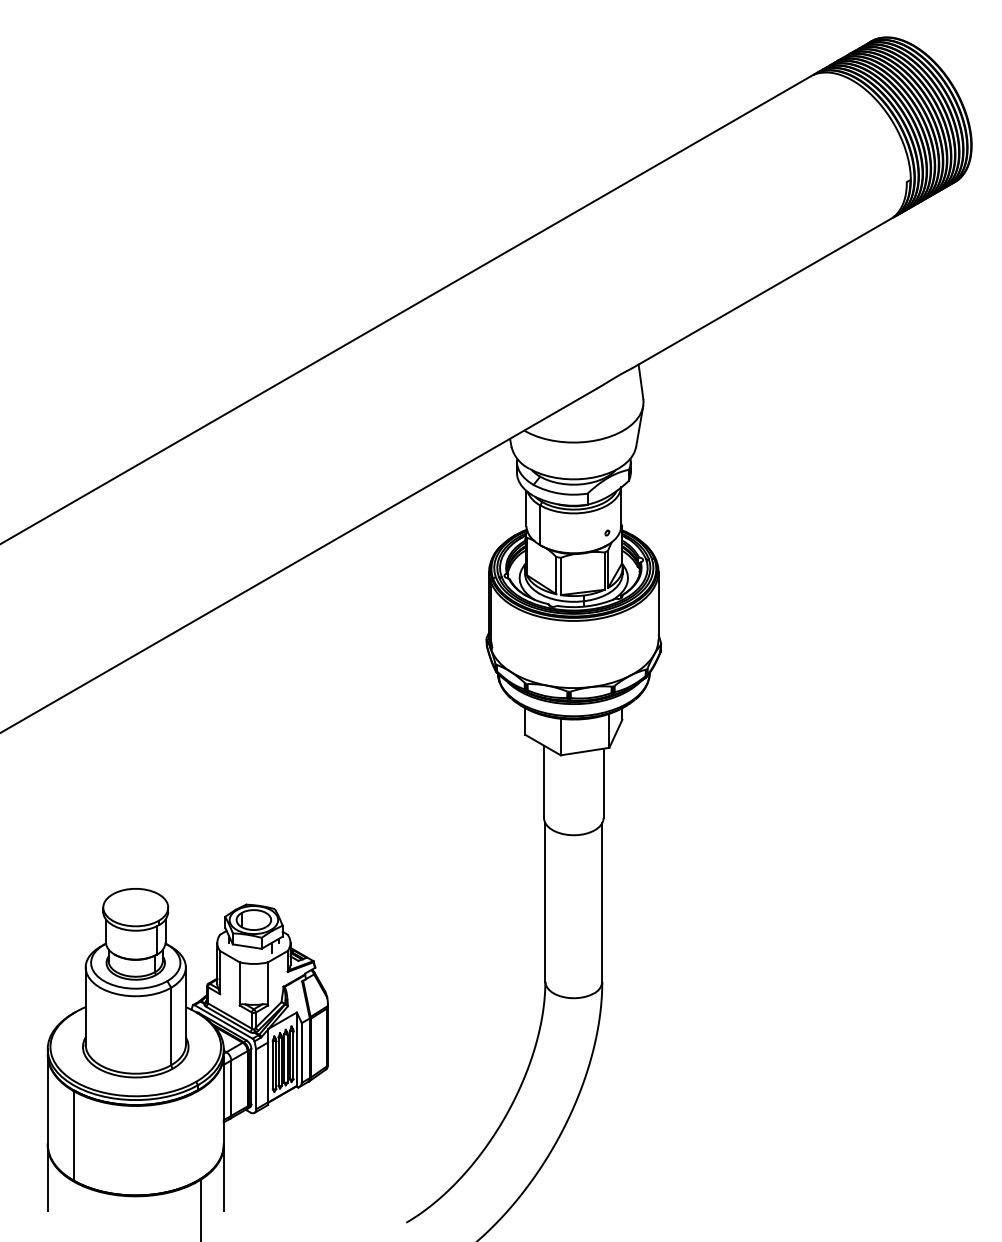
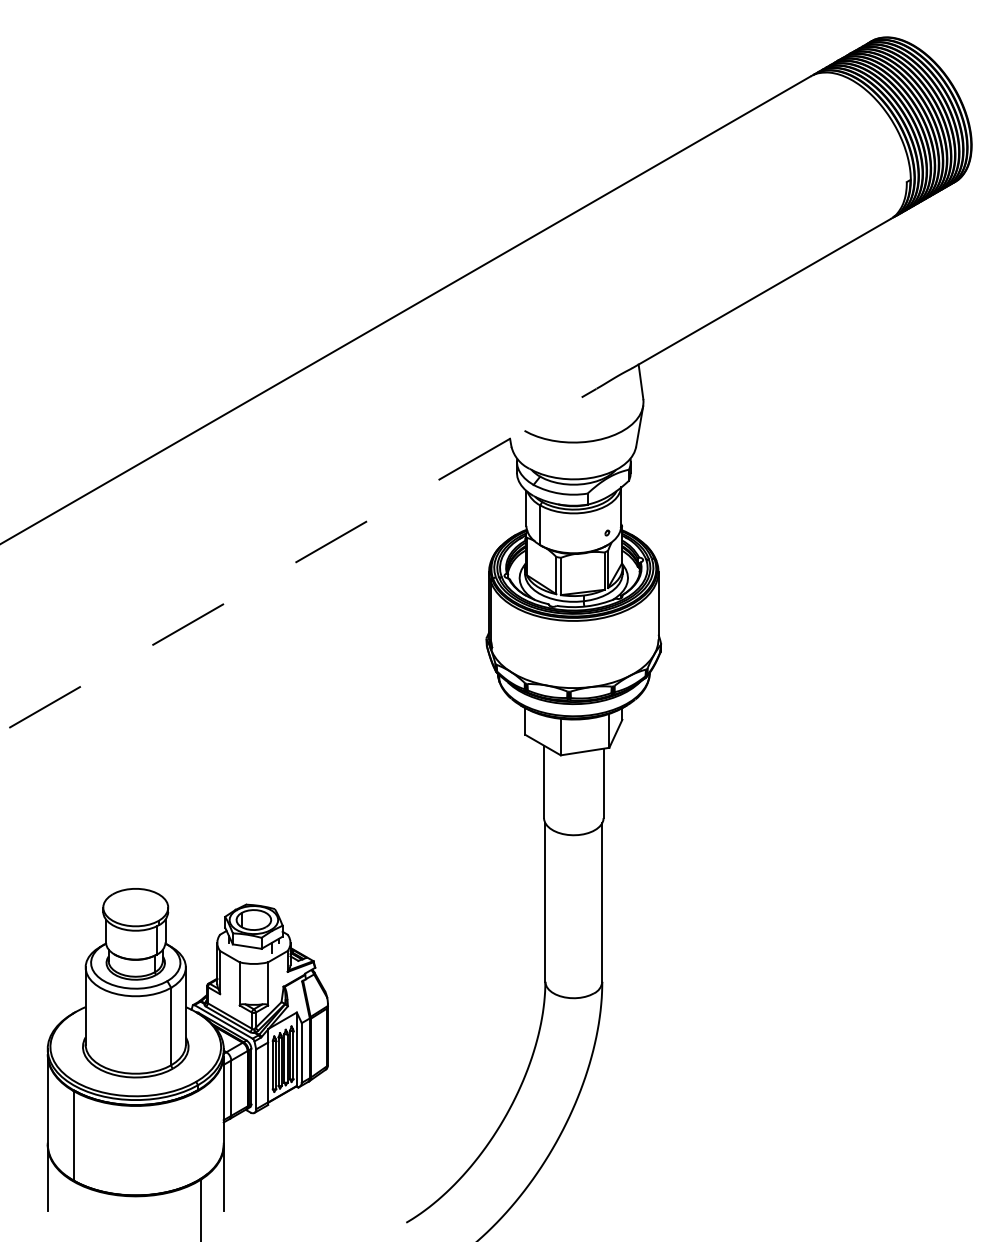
line at (298, 560): solid -> dashed
